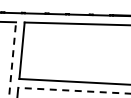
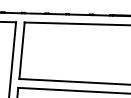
line at (12, 60): dashed -> solid
line at (74, 90): dashed -> solid
